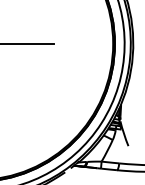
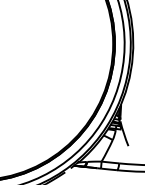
line at (28, 43): present -> none
